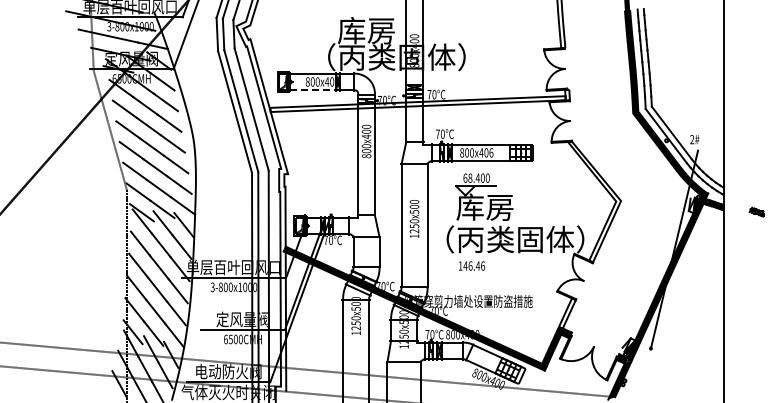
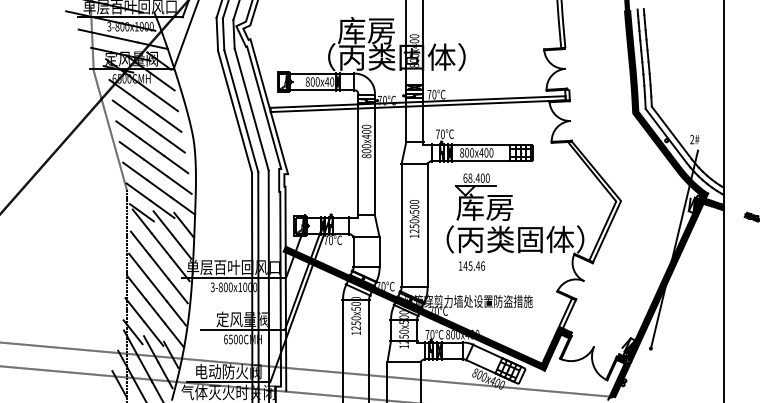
line at (313, 90): dashed -> solid
text at (491, 152): 800x406 -> 800x400
part at (756, 211) position: (756, 211) -> (751, 216)
text at (470, 265): 146.46 -> 145.46
